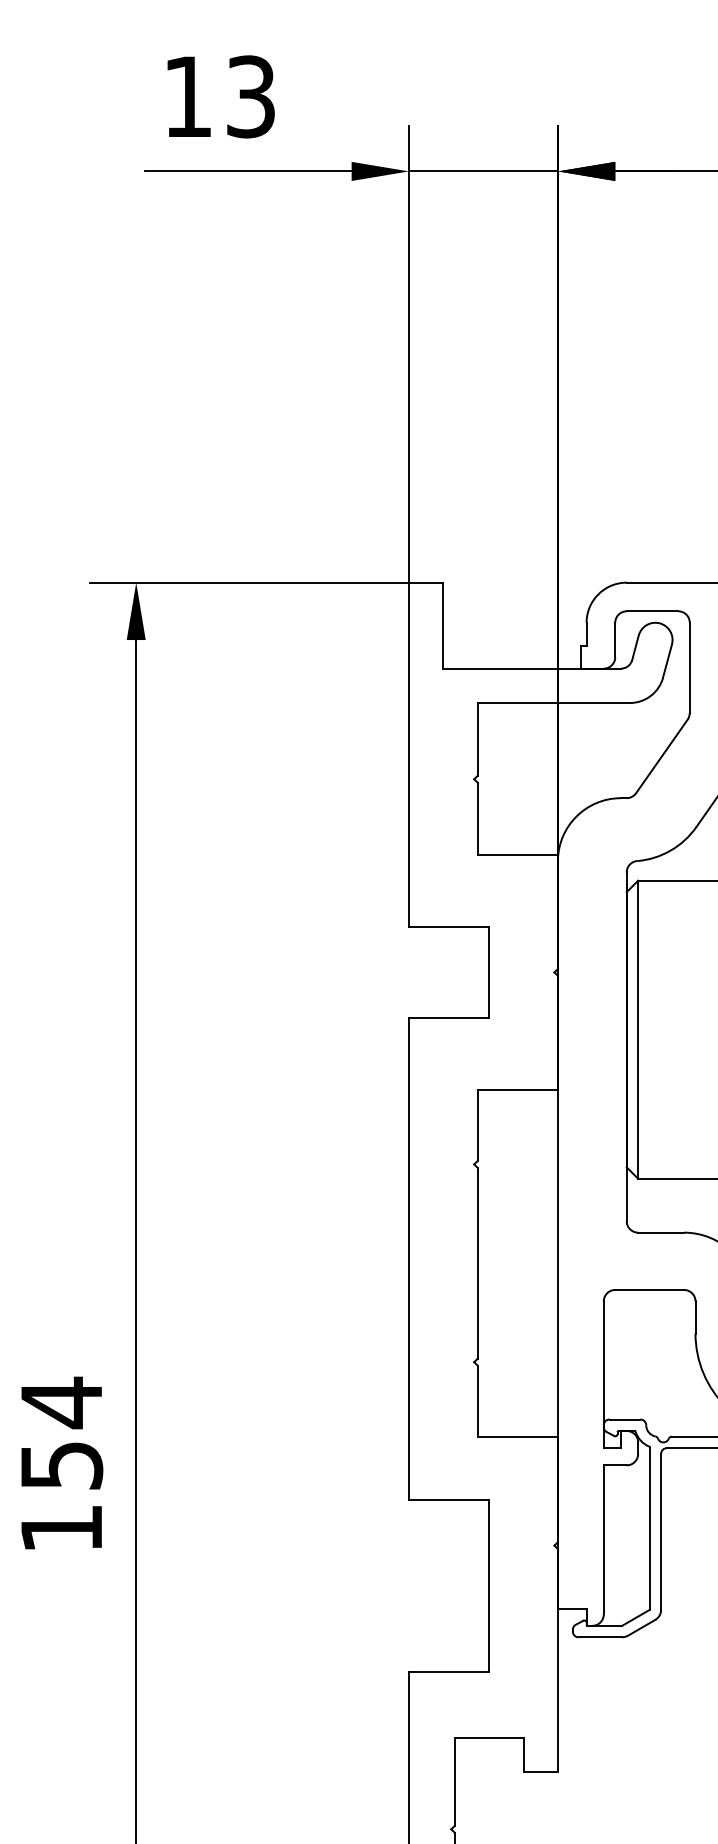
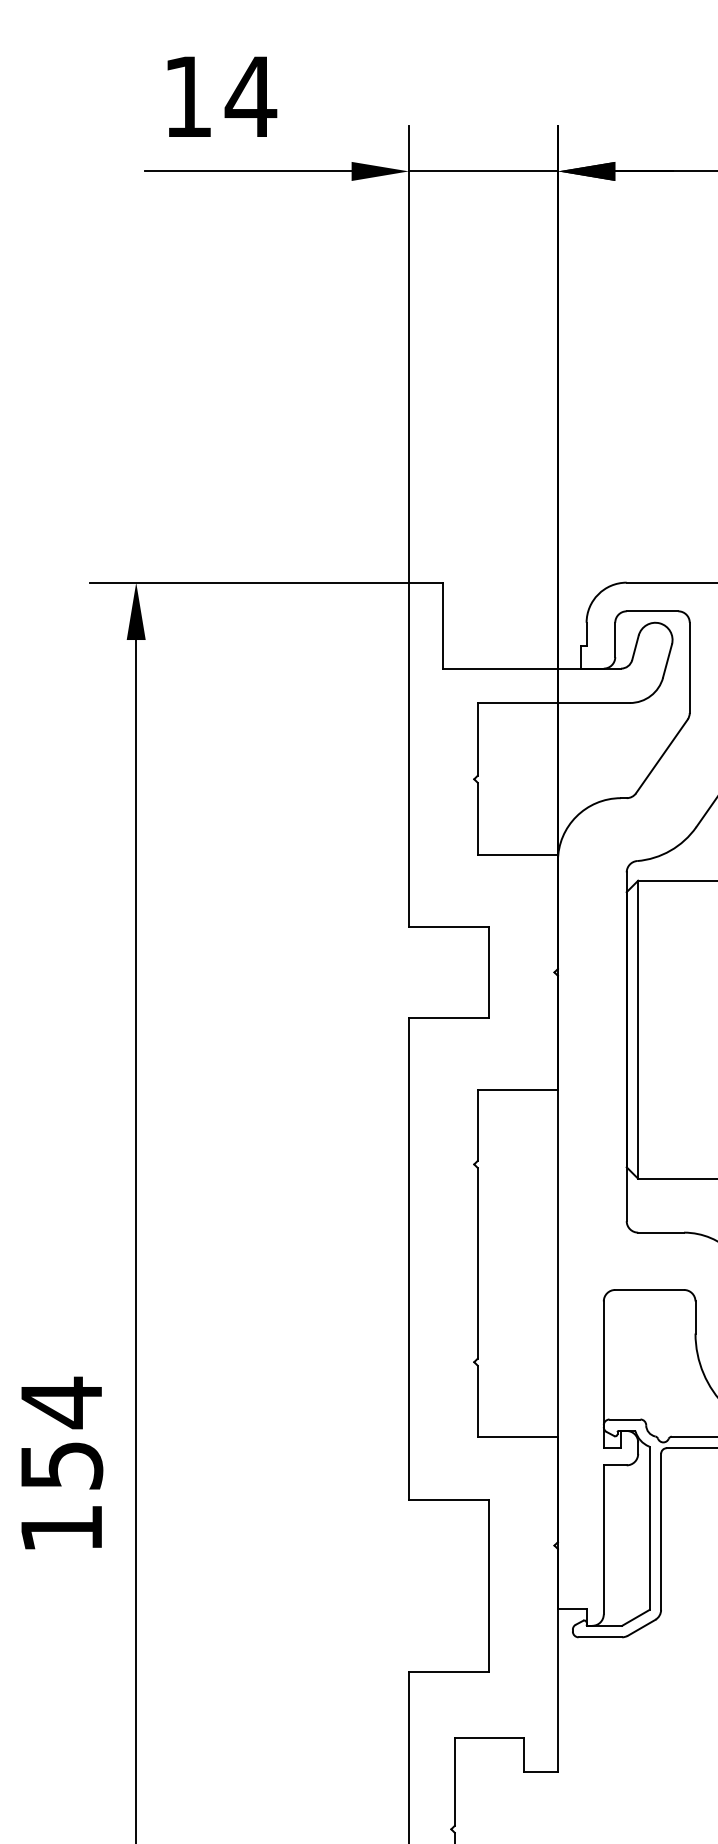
text at (250, 96): 13 -> 14
